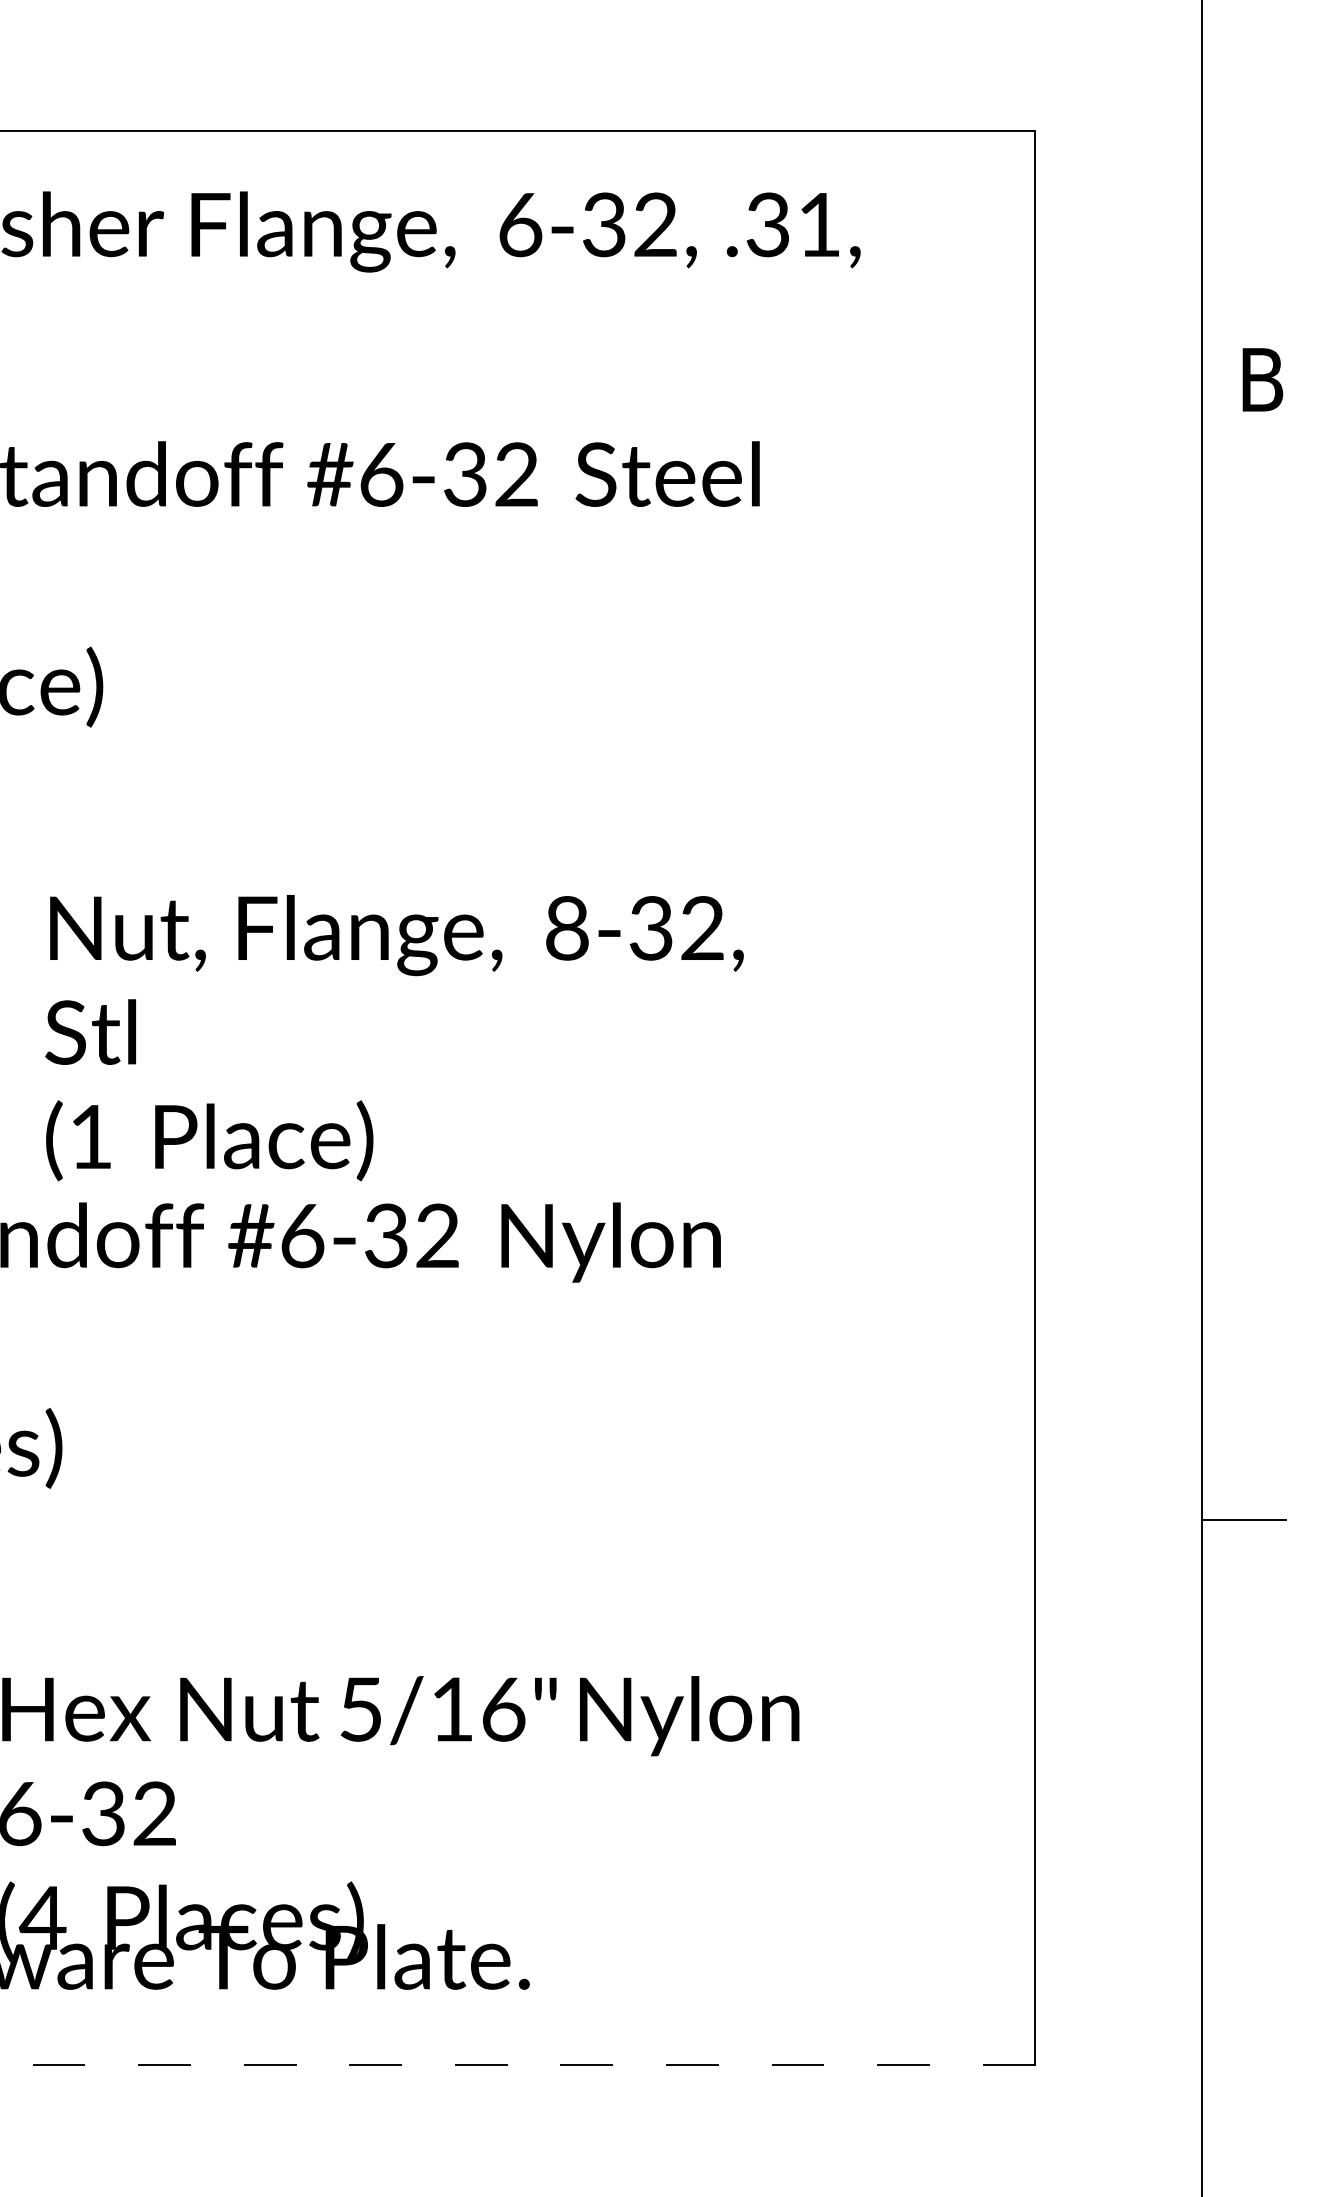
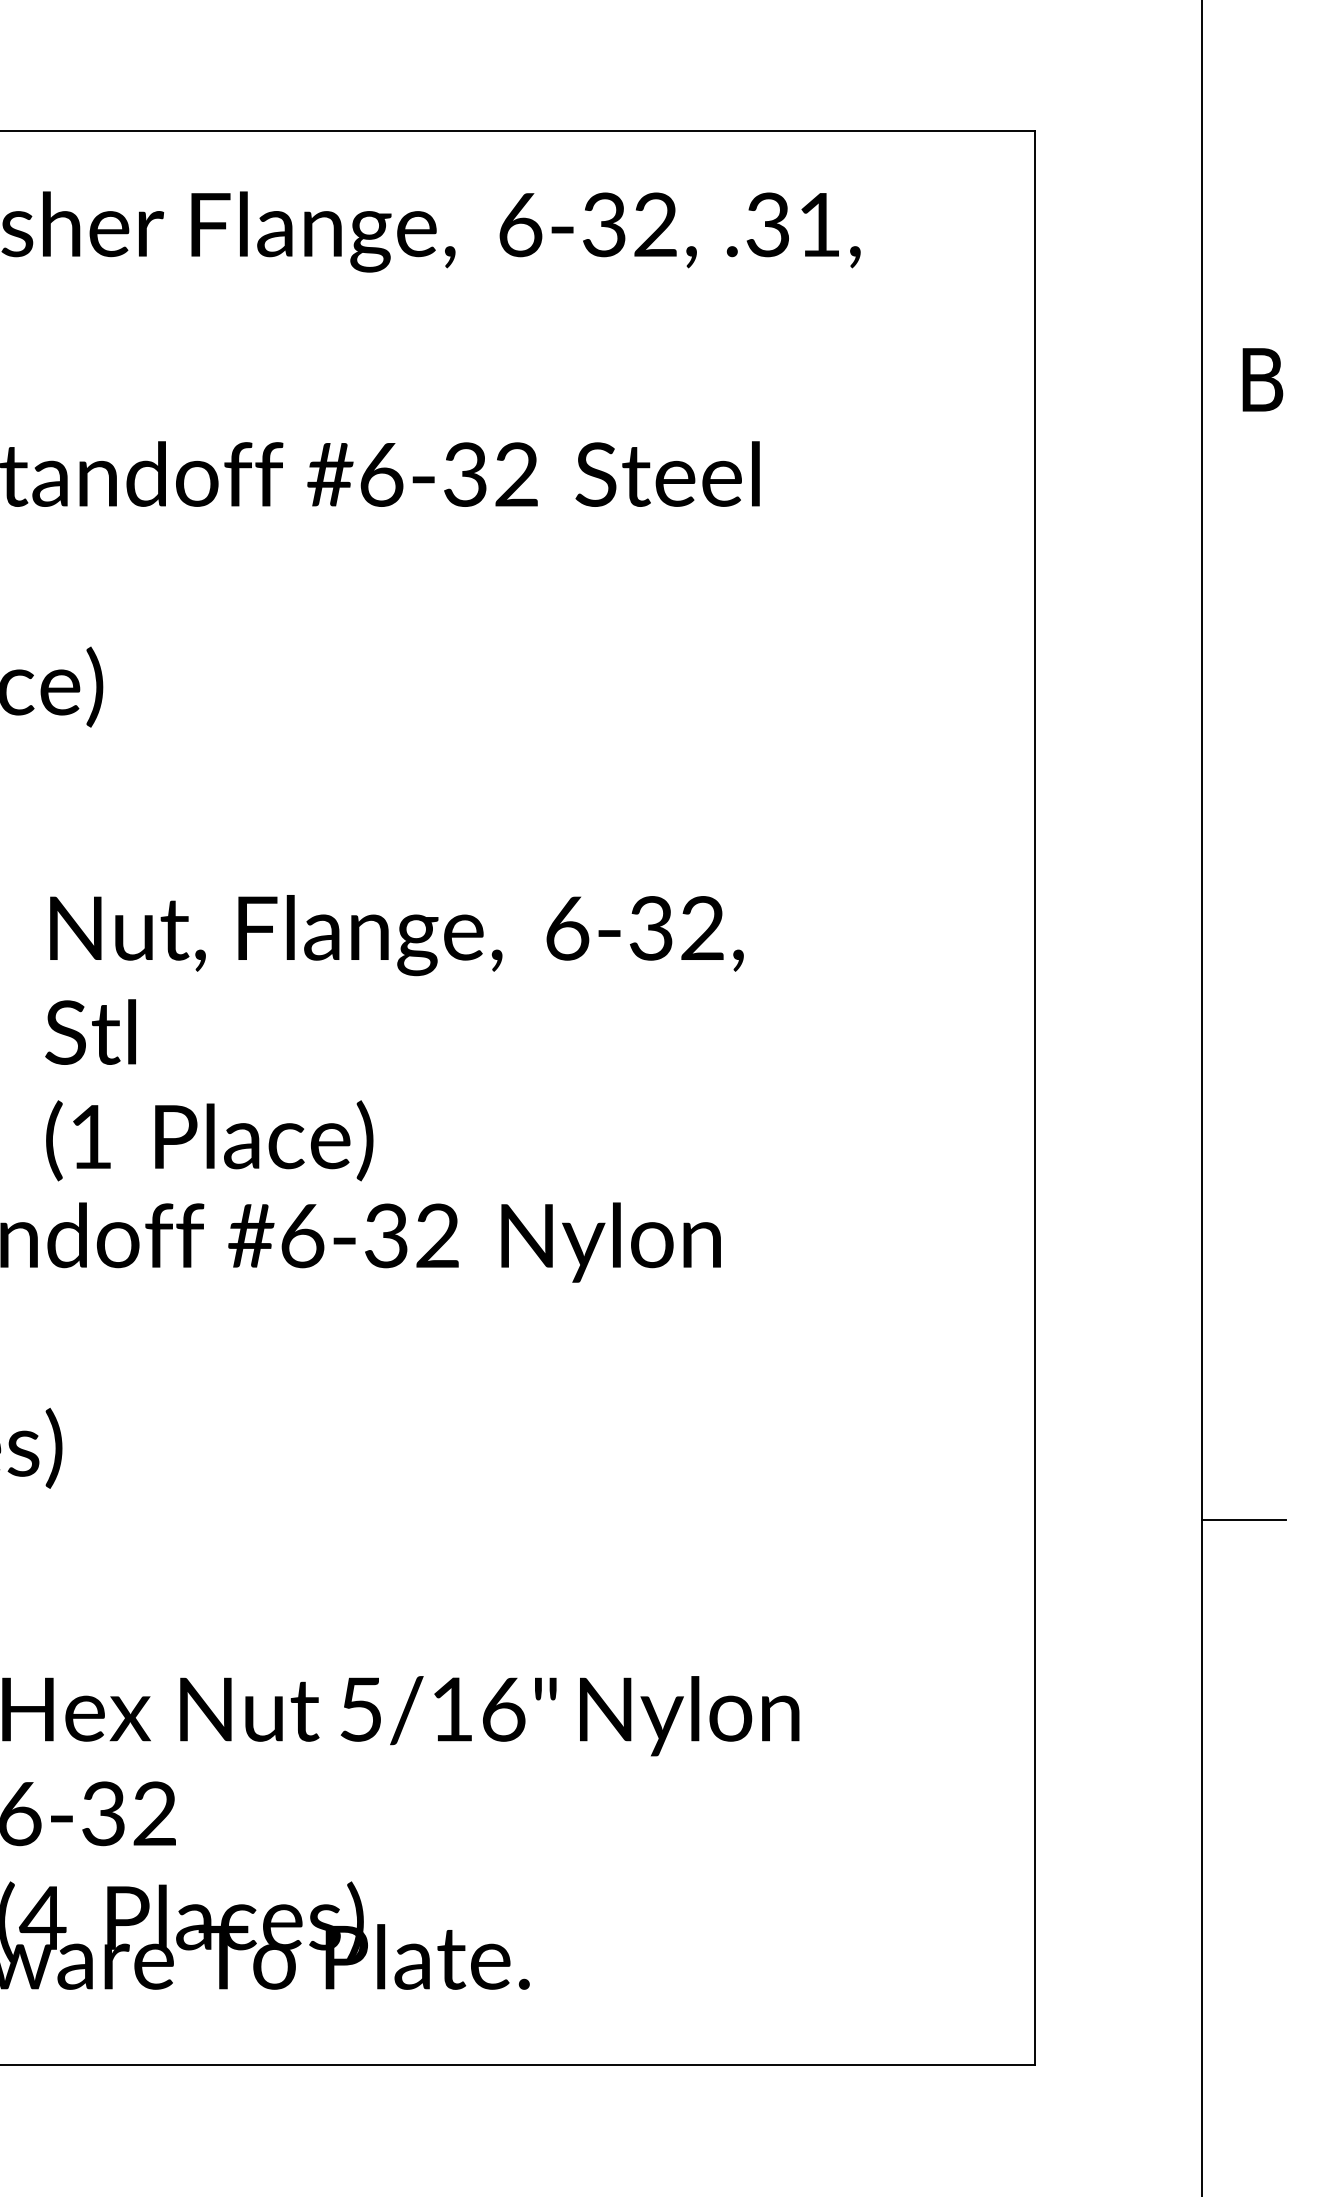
text at (567, 928): 8-32, -> 6-32,
line at (517, 2065): dashed -> solid
